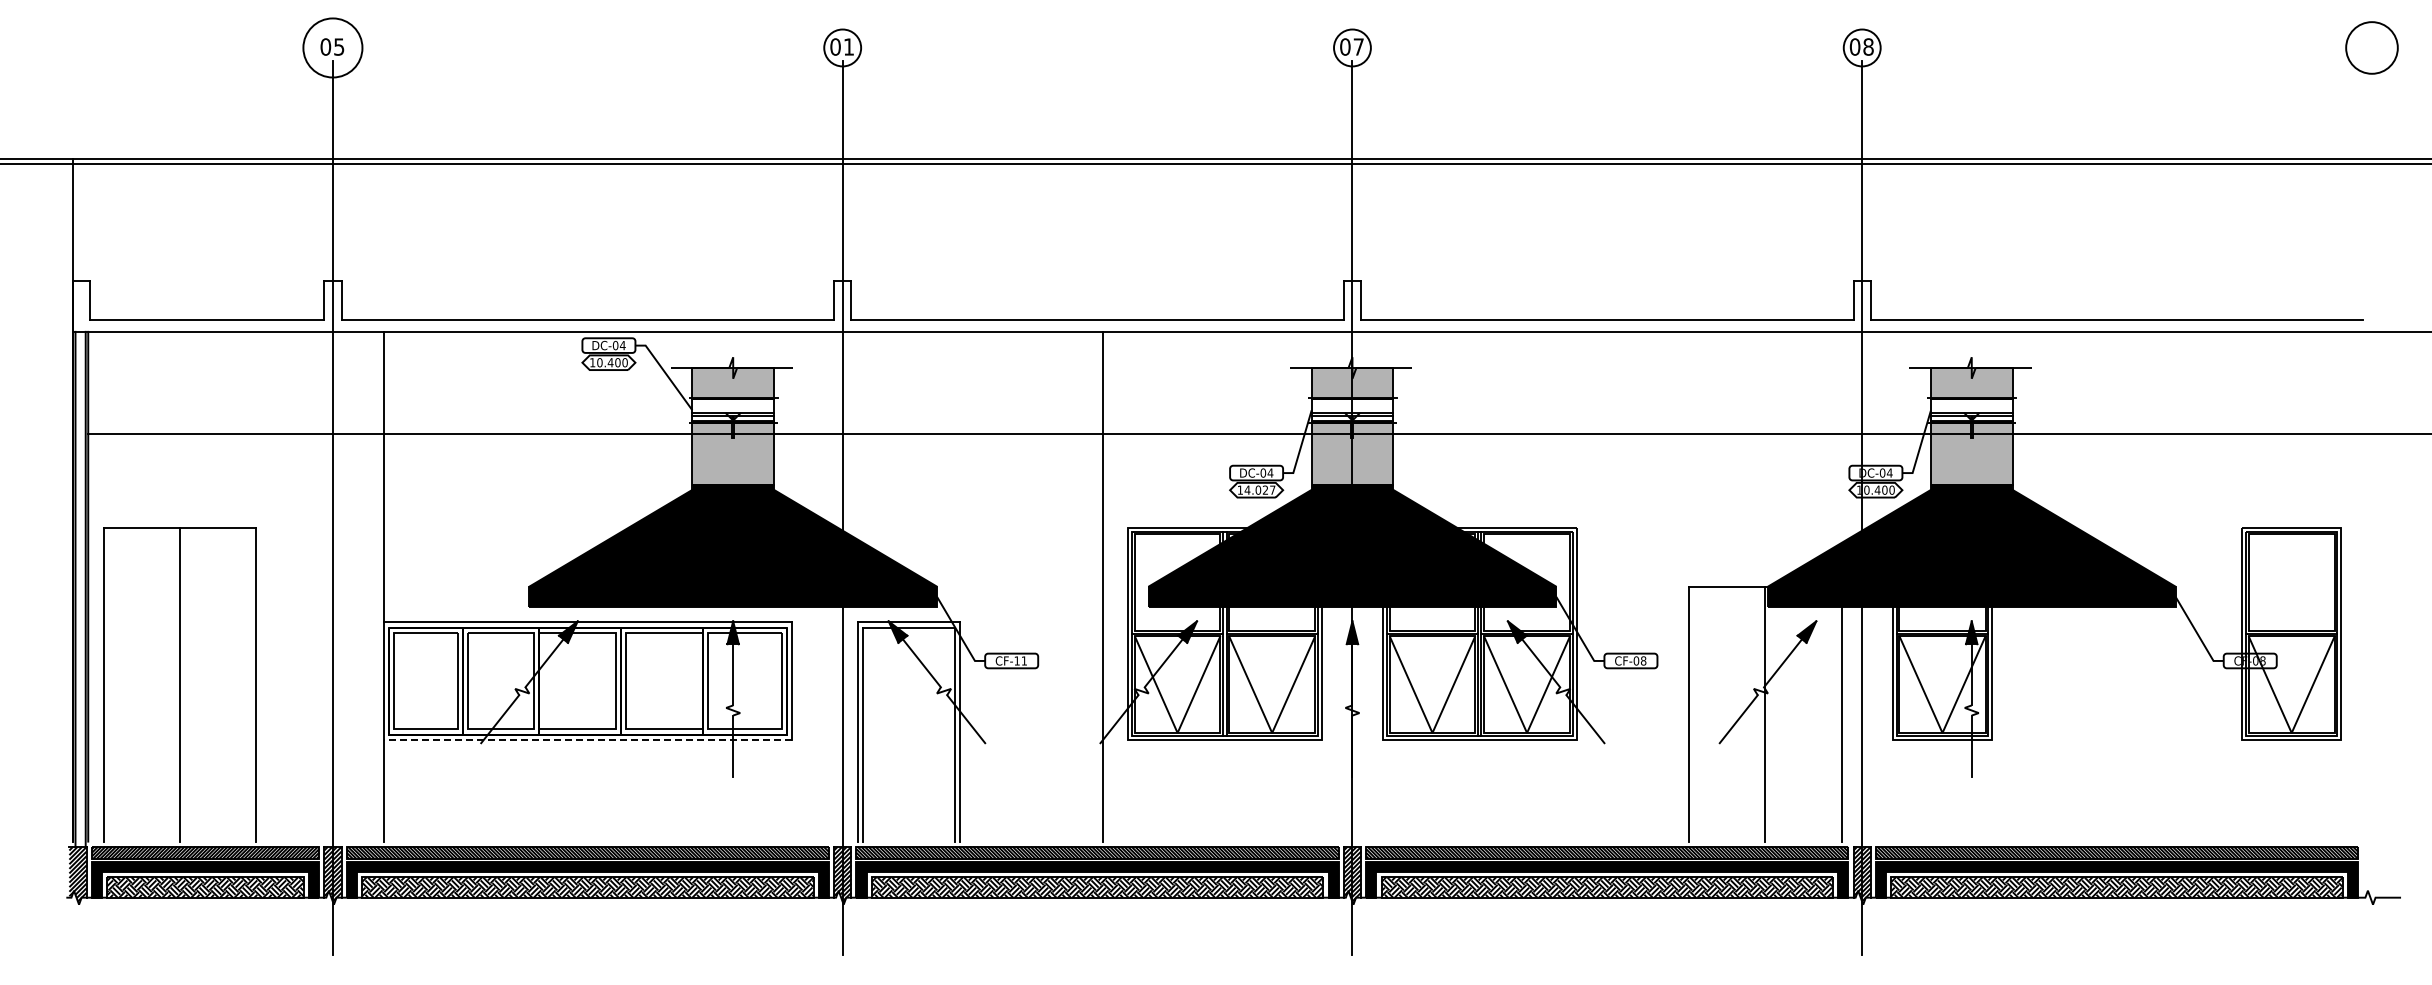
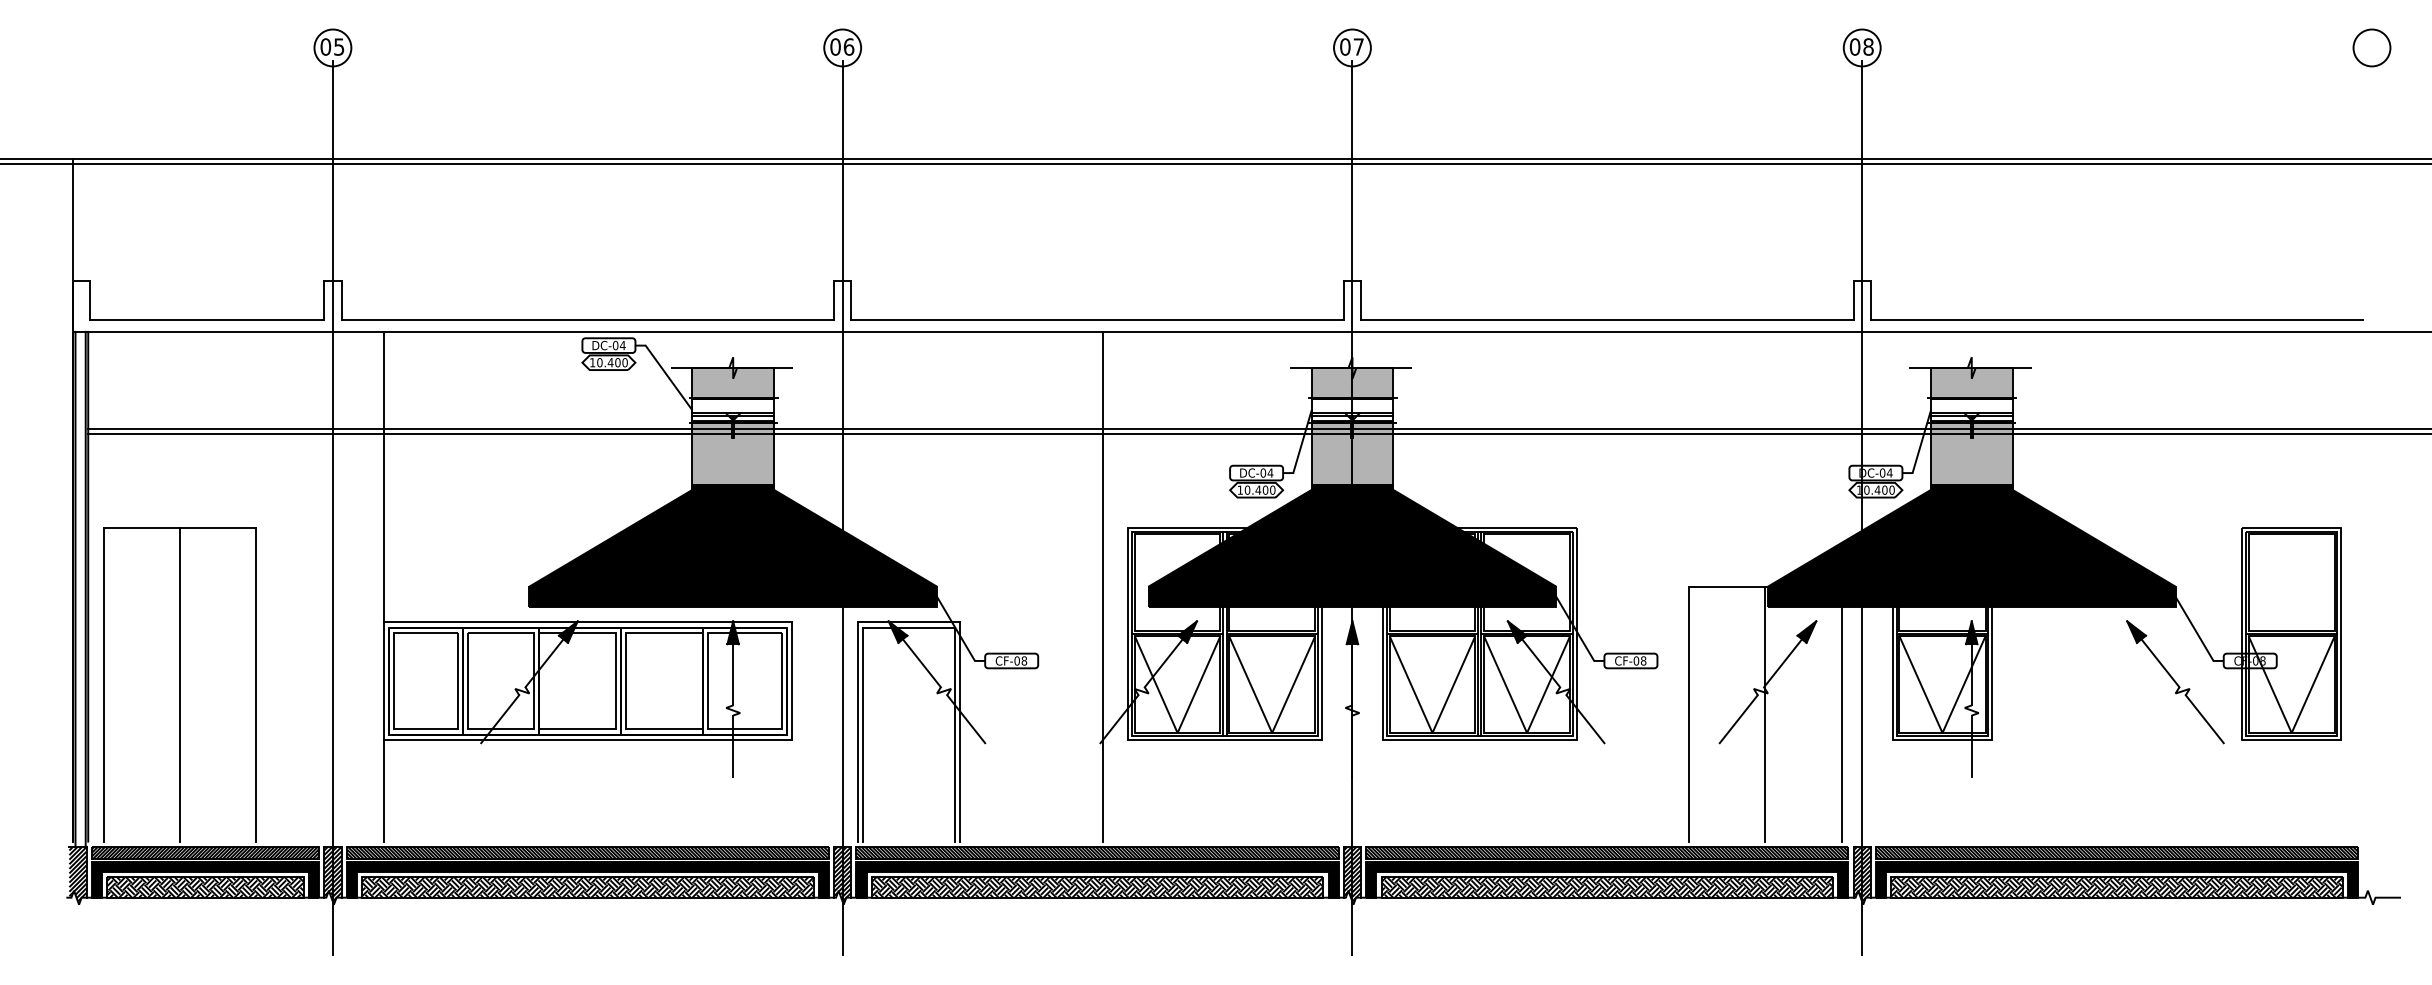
text at (848, 46): 01 -> 06
circle at (332, 47) diameter: 59 px -> 37 px
circle at (2371, 47) size: 54x54 px -> 40x40 px
line at (1258, 428): none -> present
text at (1259, 489): 14.027 -> 10.400
text at (1020, 660): CF-11 -> CF-08
part at (2175, 682): none -> present
line at (587, 739): dashed -> solid
